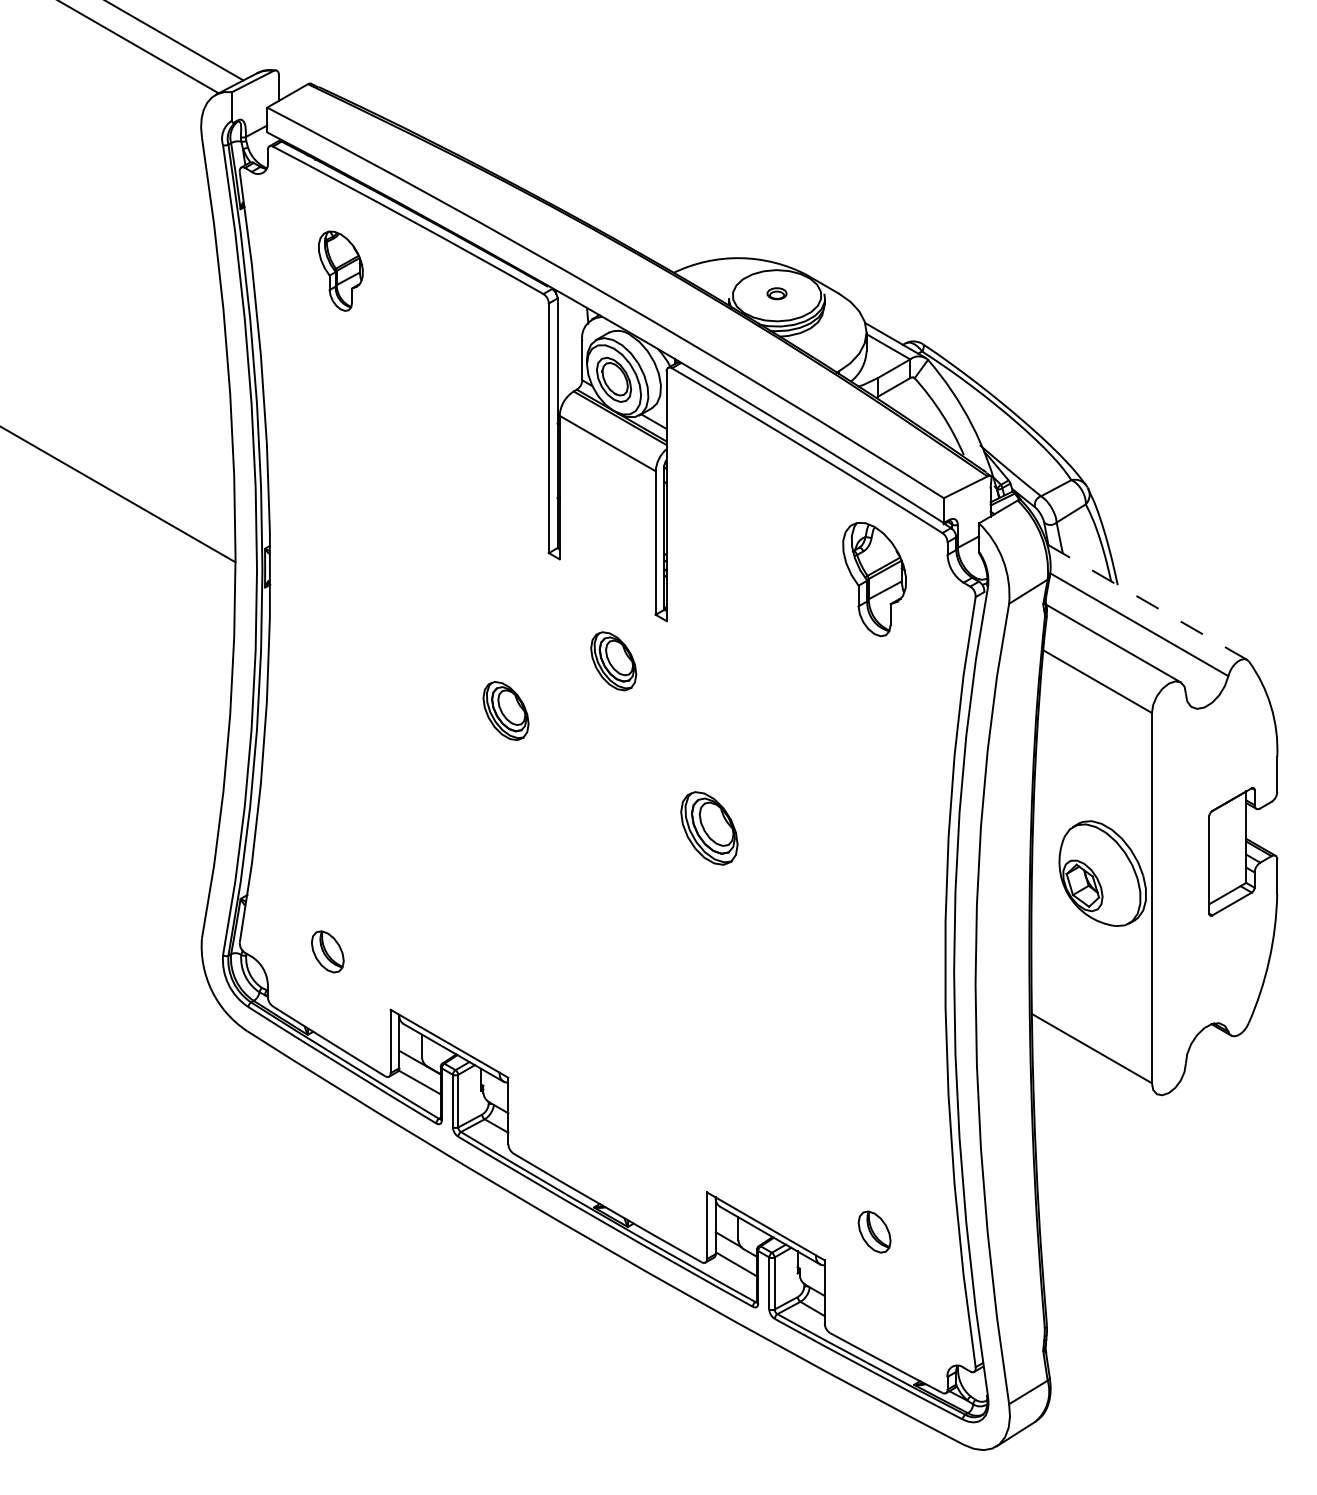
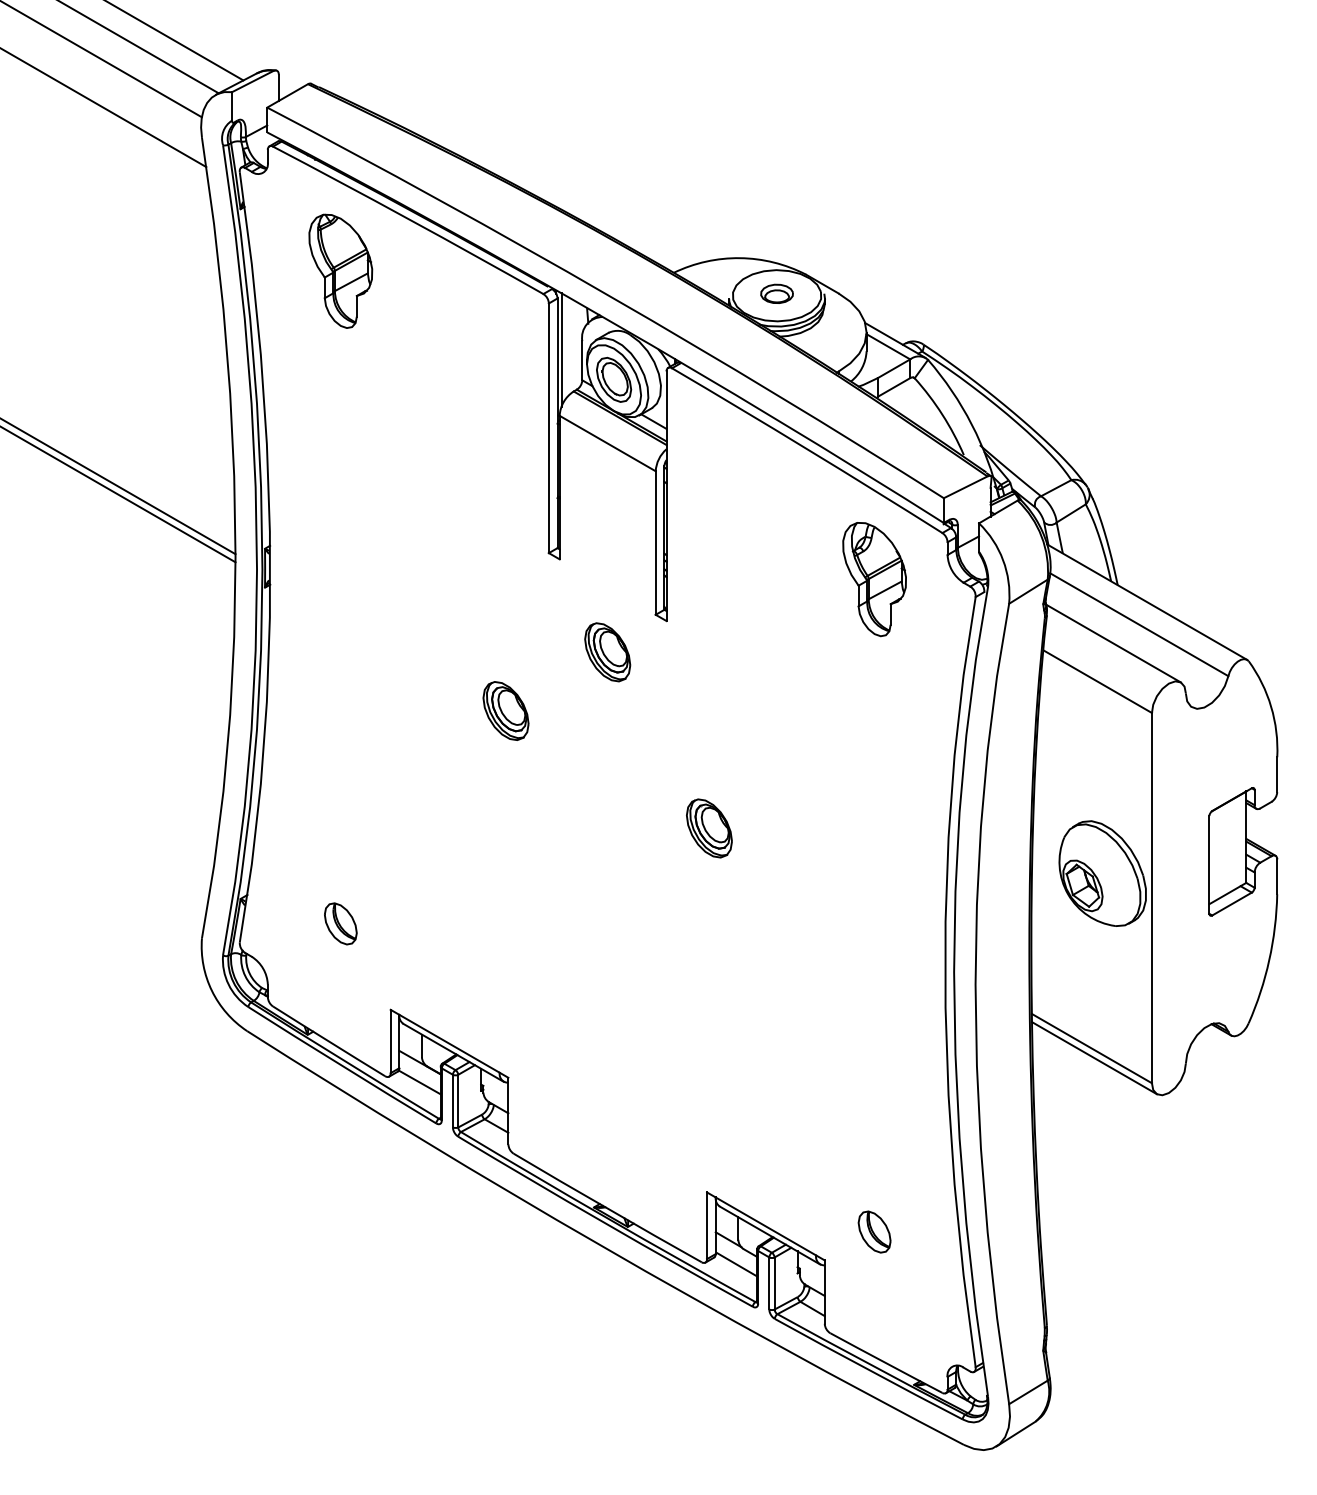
line at (101, 59): none -> present
line at (104, 108): none -> present
part at (340, 270) size: 46x82 px -> 66x116 px
part at (776, 293) size: 22x14 px -> 34x21 px
line at (561, 349): none -> present
line at (118, 486): none -> present
line at (1146, 601): dashed -> solid
part at (613, 661) position: (613, 661) -> (607, 652)
part at (709, 828) size: 59x75 px -> 47x61 px
part at (327, 951) position: (327, 951) -> (340, 923)
line at (1094, 1058): none -> present
